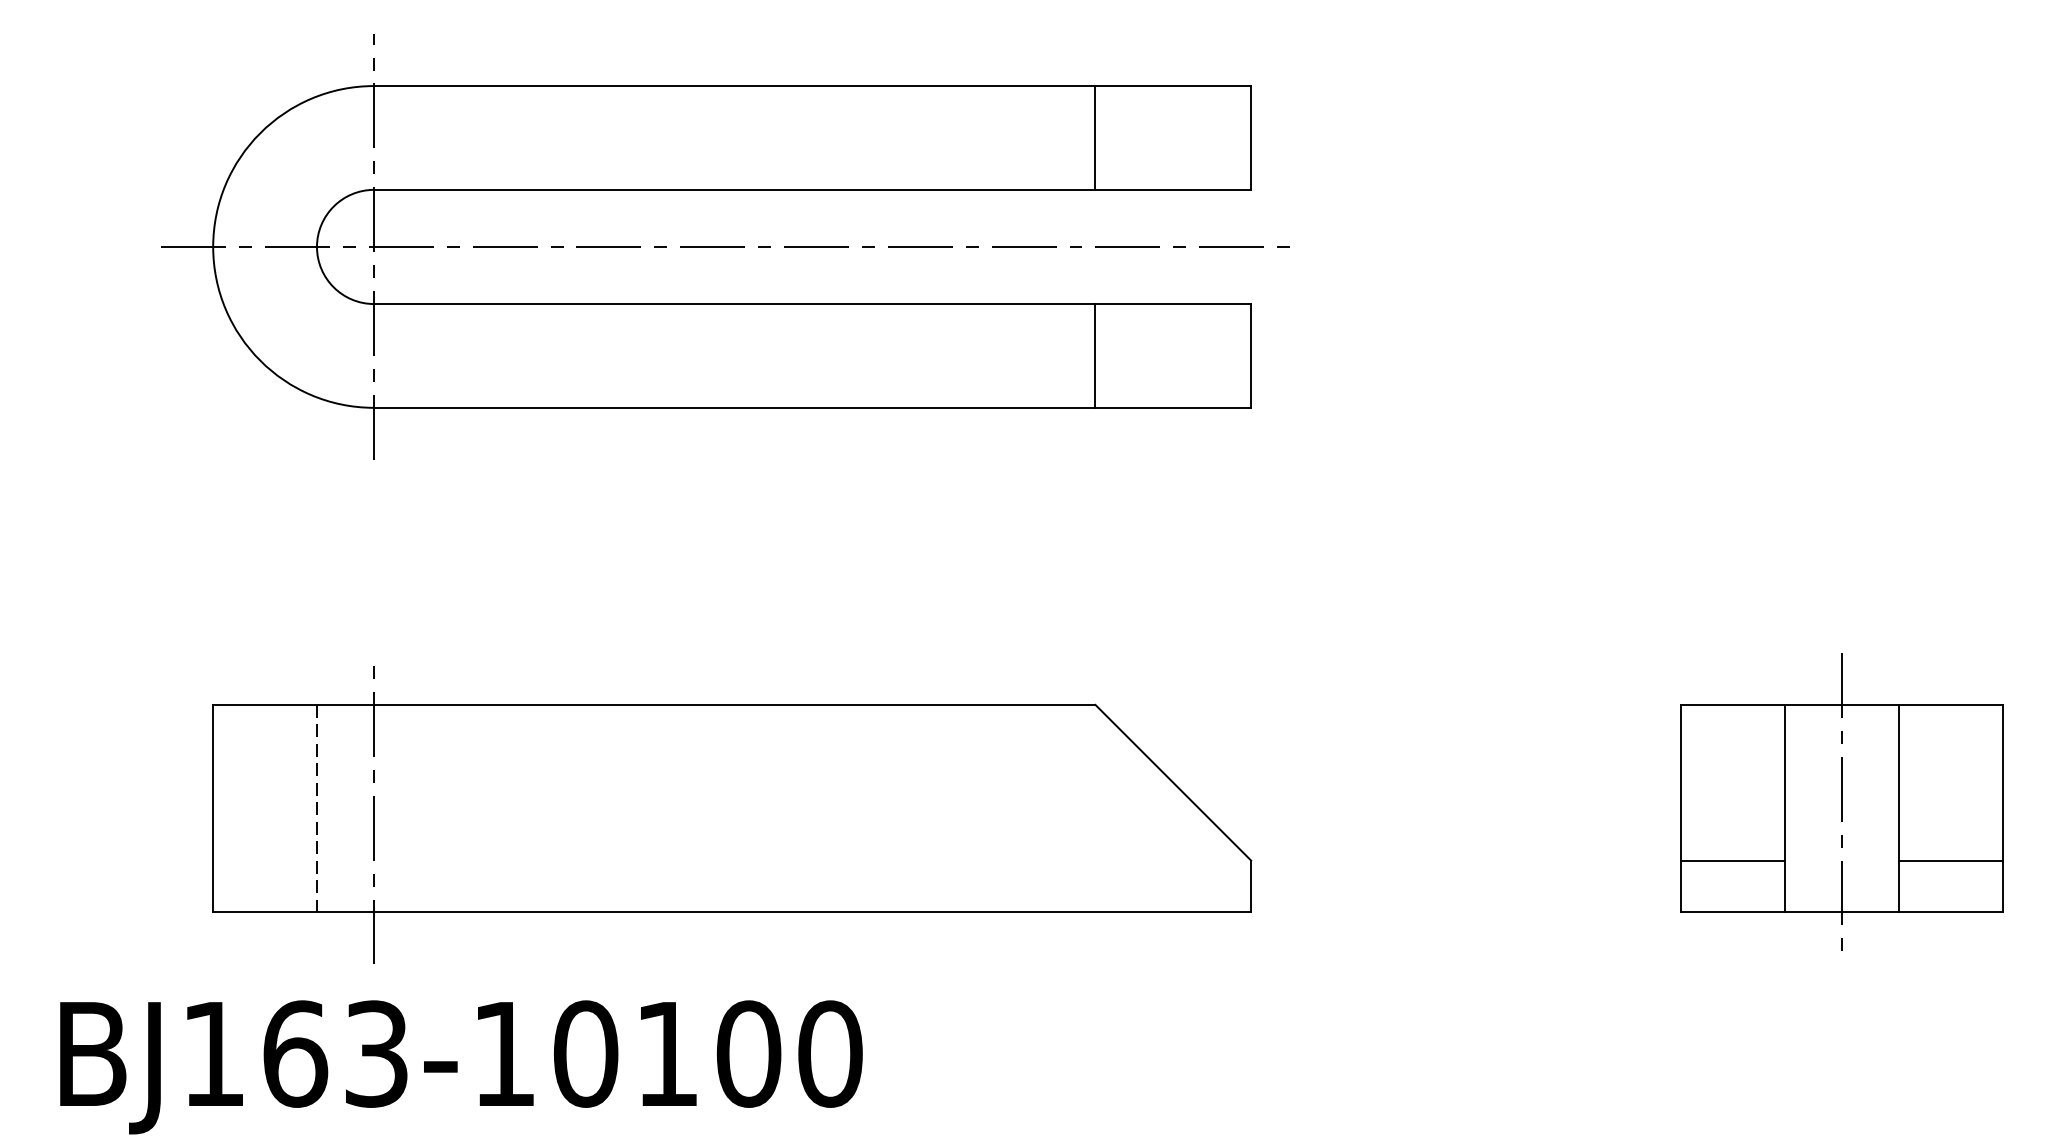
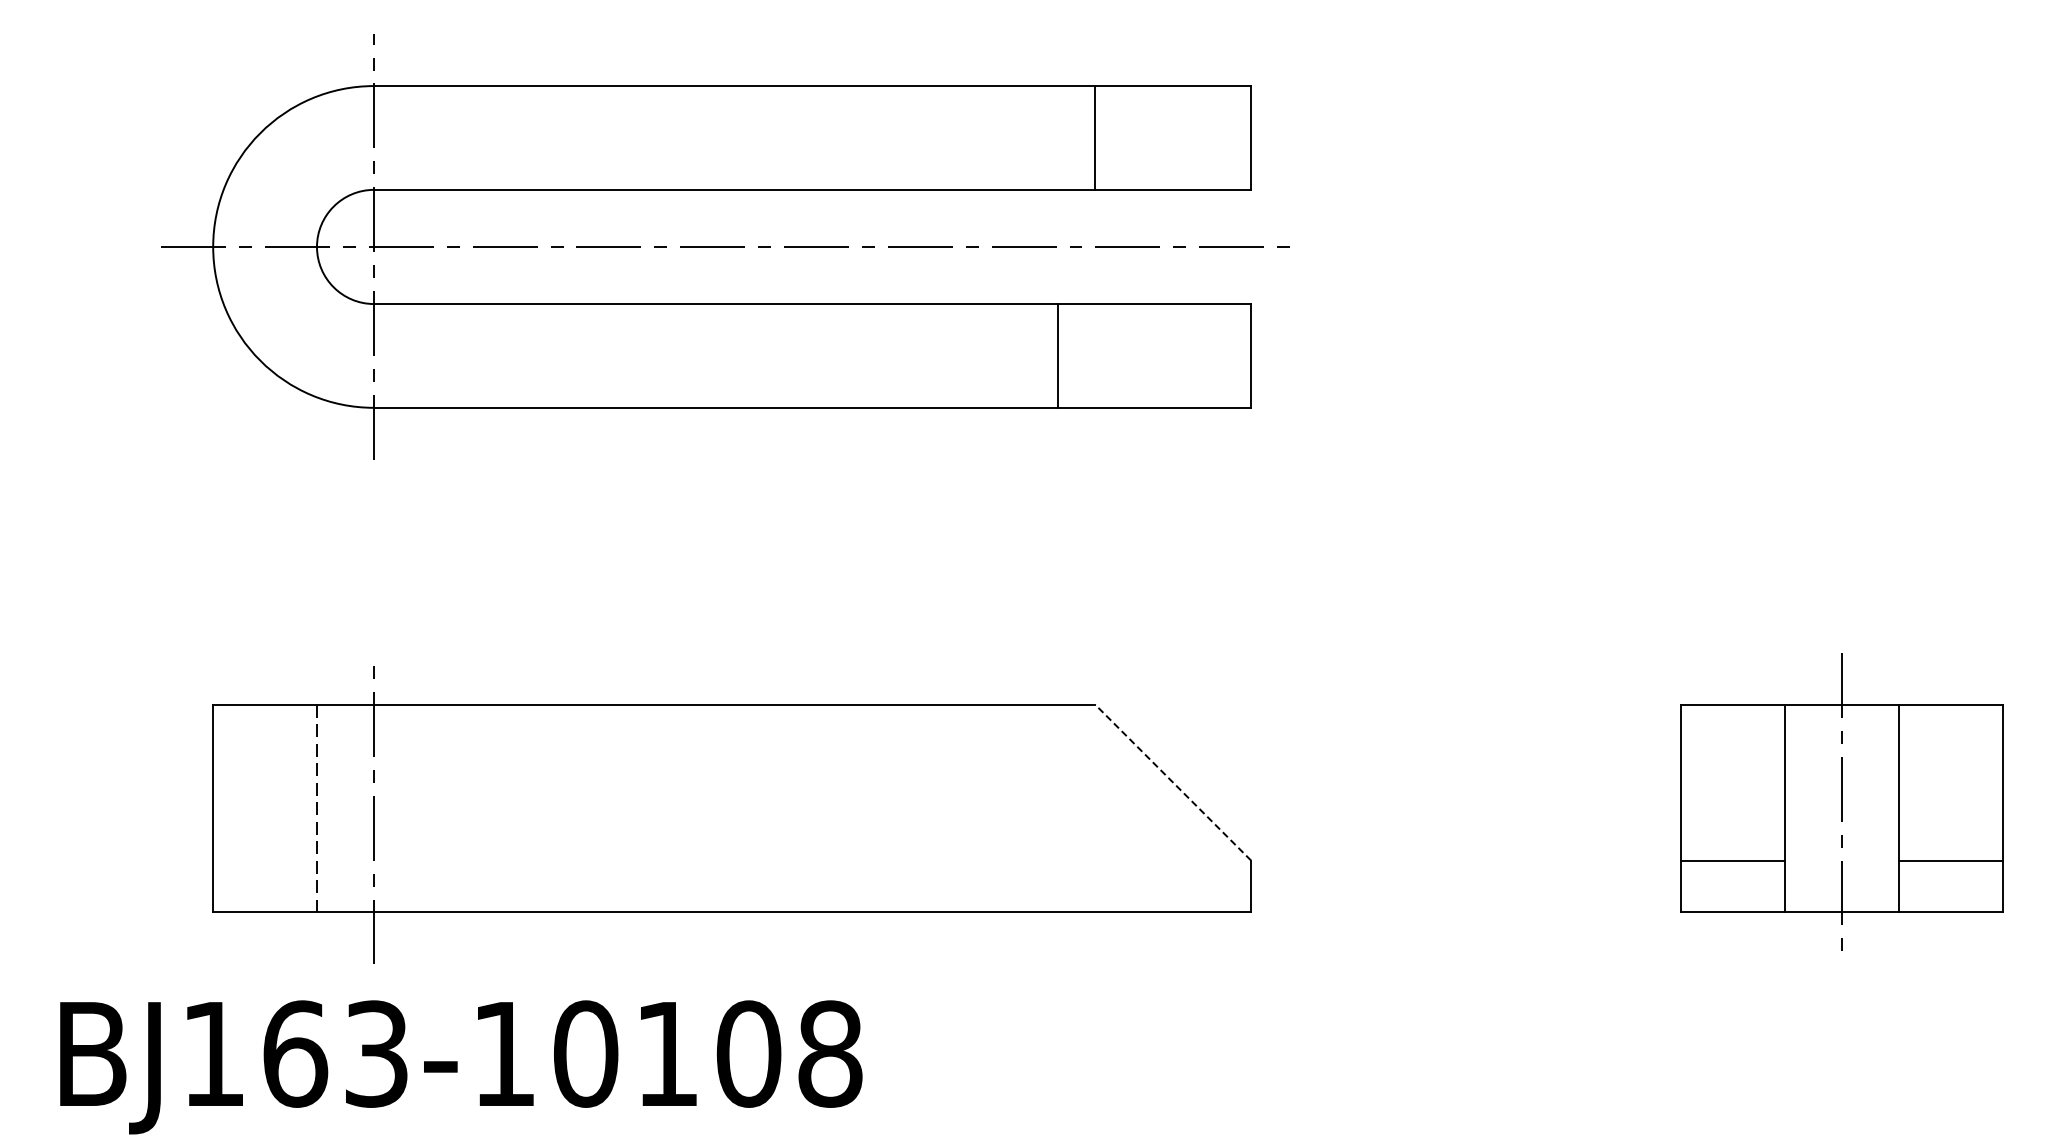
line at (1095, 355) position: (1095, 355) -> (1058, 355)
line at (1172, 782): solid -> dashed
text at (830, 1053): BJ163-10100 -> BJ163-10108
